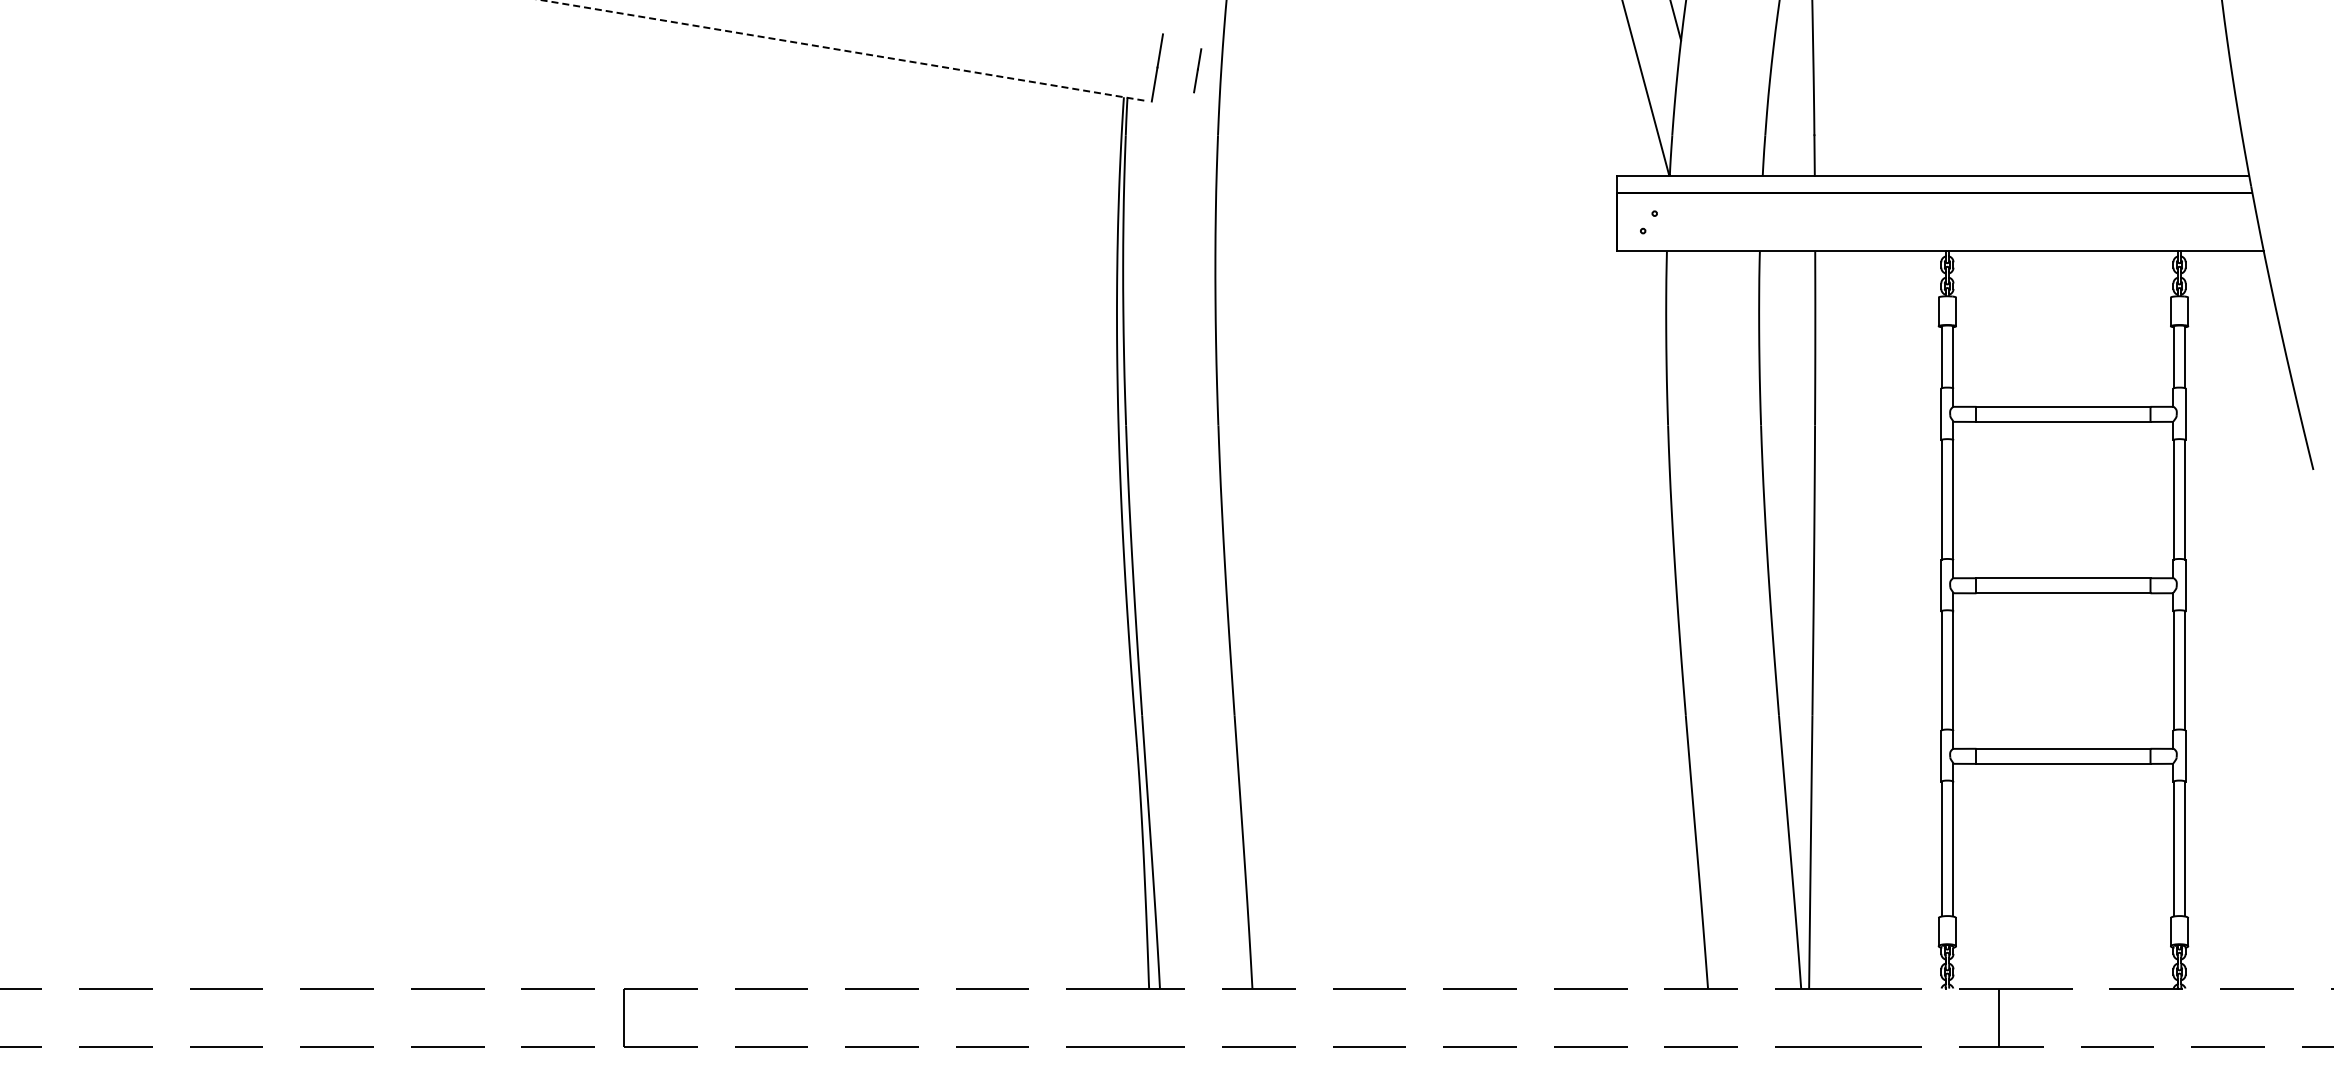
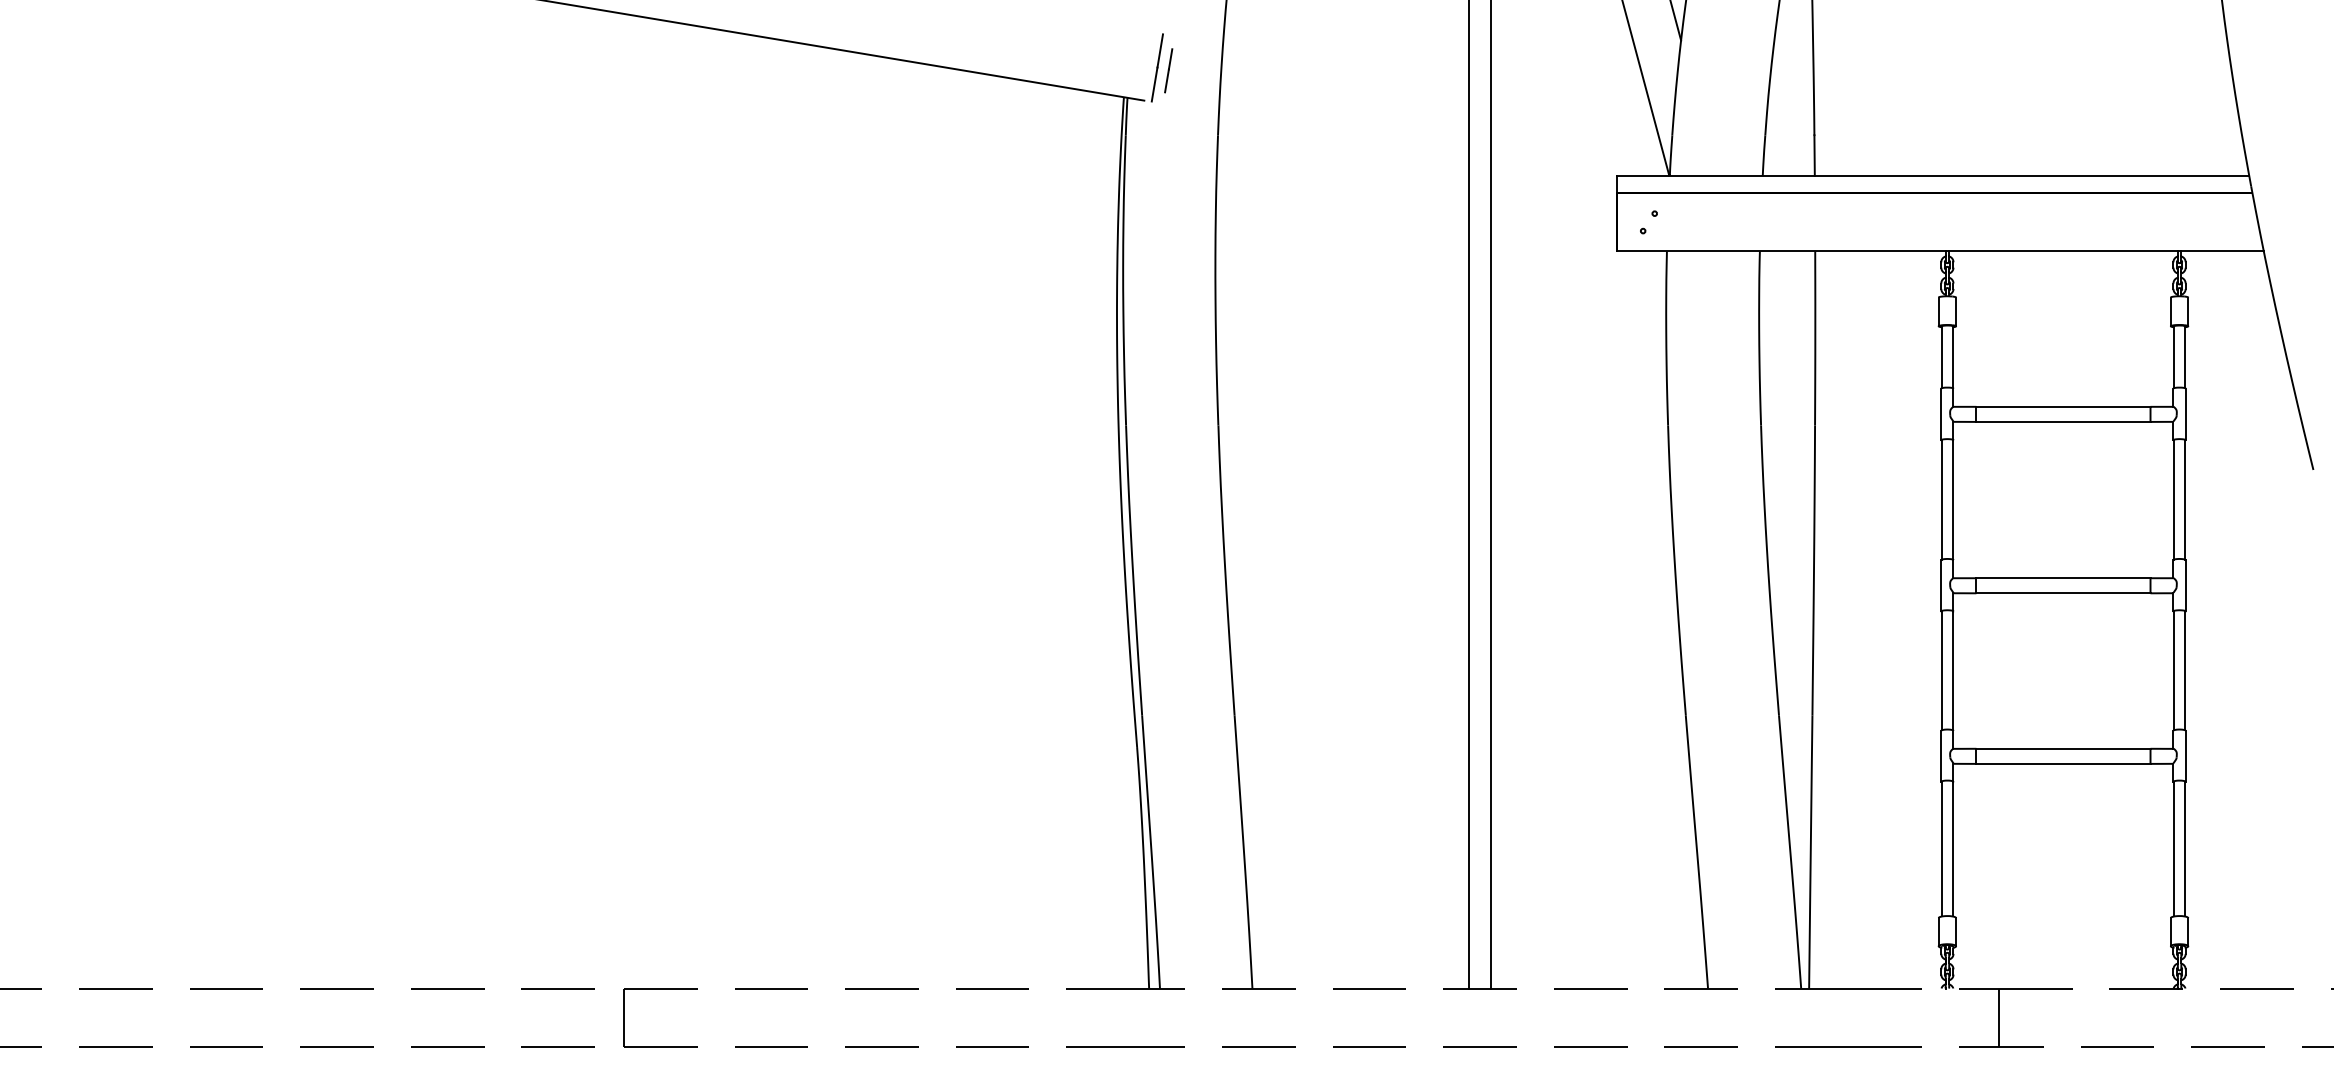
line at (842, 50): dashed -> solid
line at (1197, 70) position: (1197, 70) -> (1168, 70)
line at (1469, 495): none -> present
line at (1491, 495): none -> present
